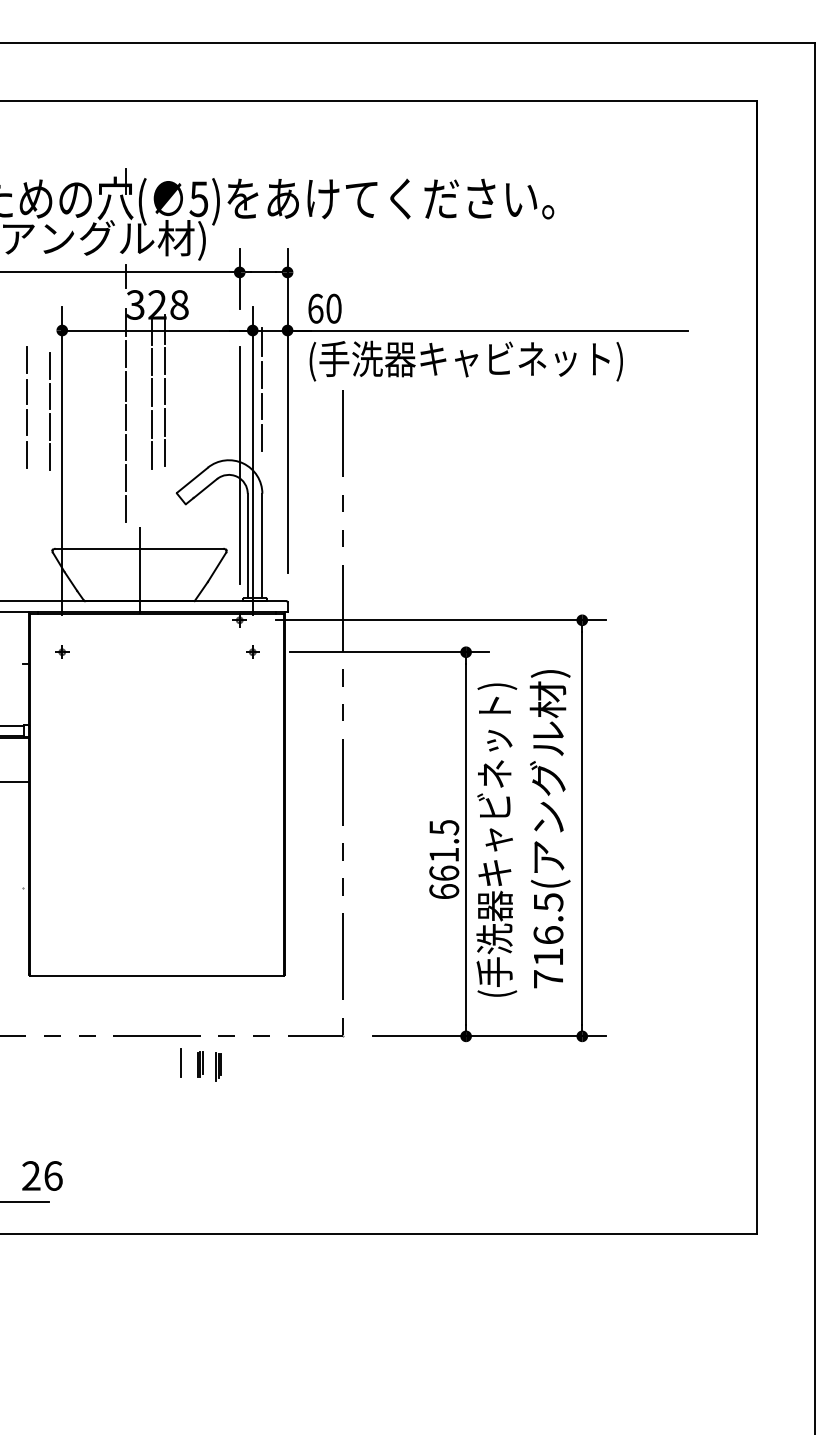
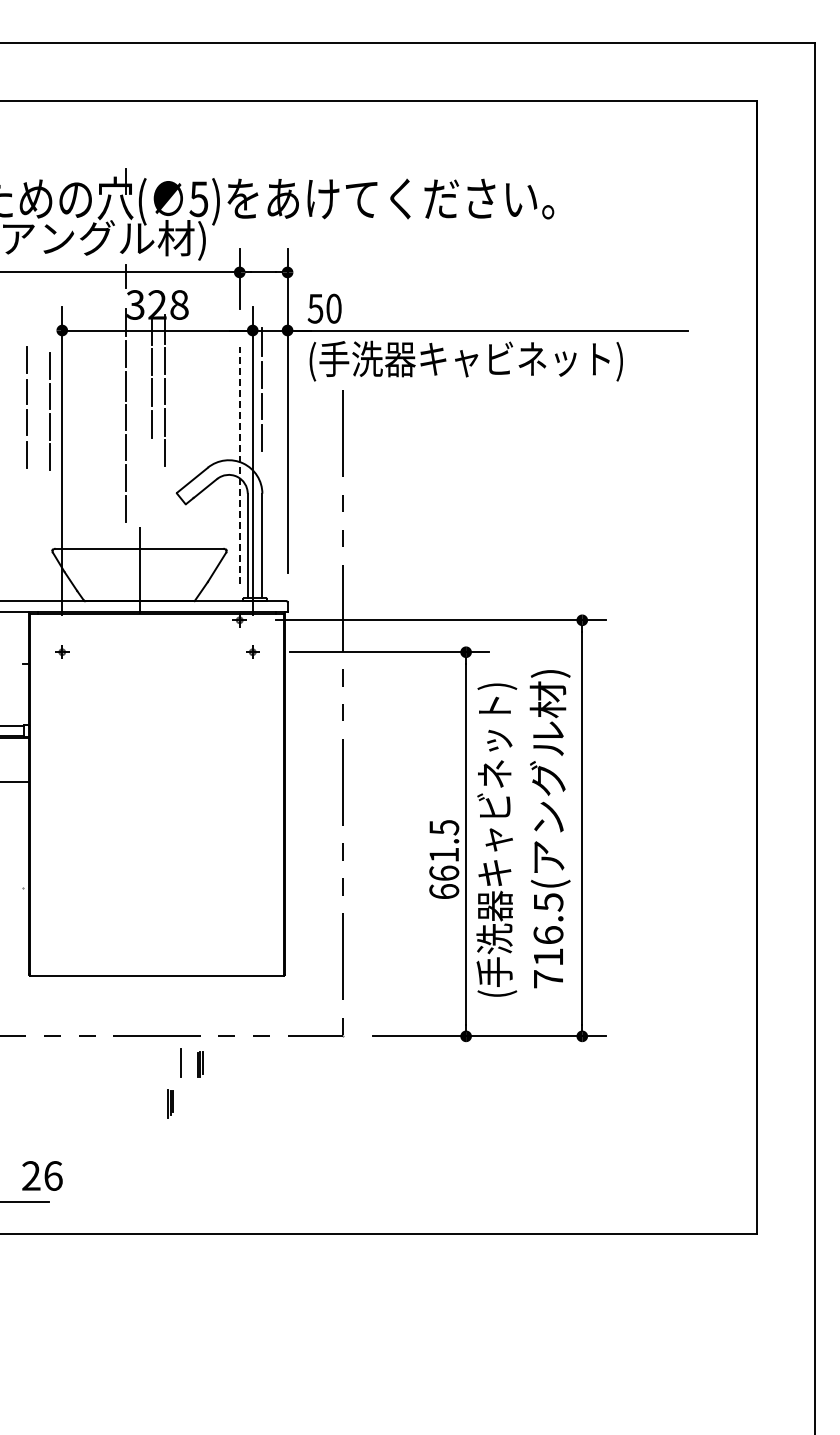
text at (315, 308): 60 -> 50
line at (151, 455): present -> none
line at (239, 465): solid -> dashed
part at (218, 1066) position: (218, 1066) -> (170, 1103)
